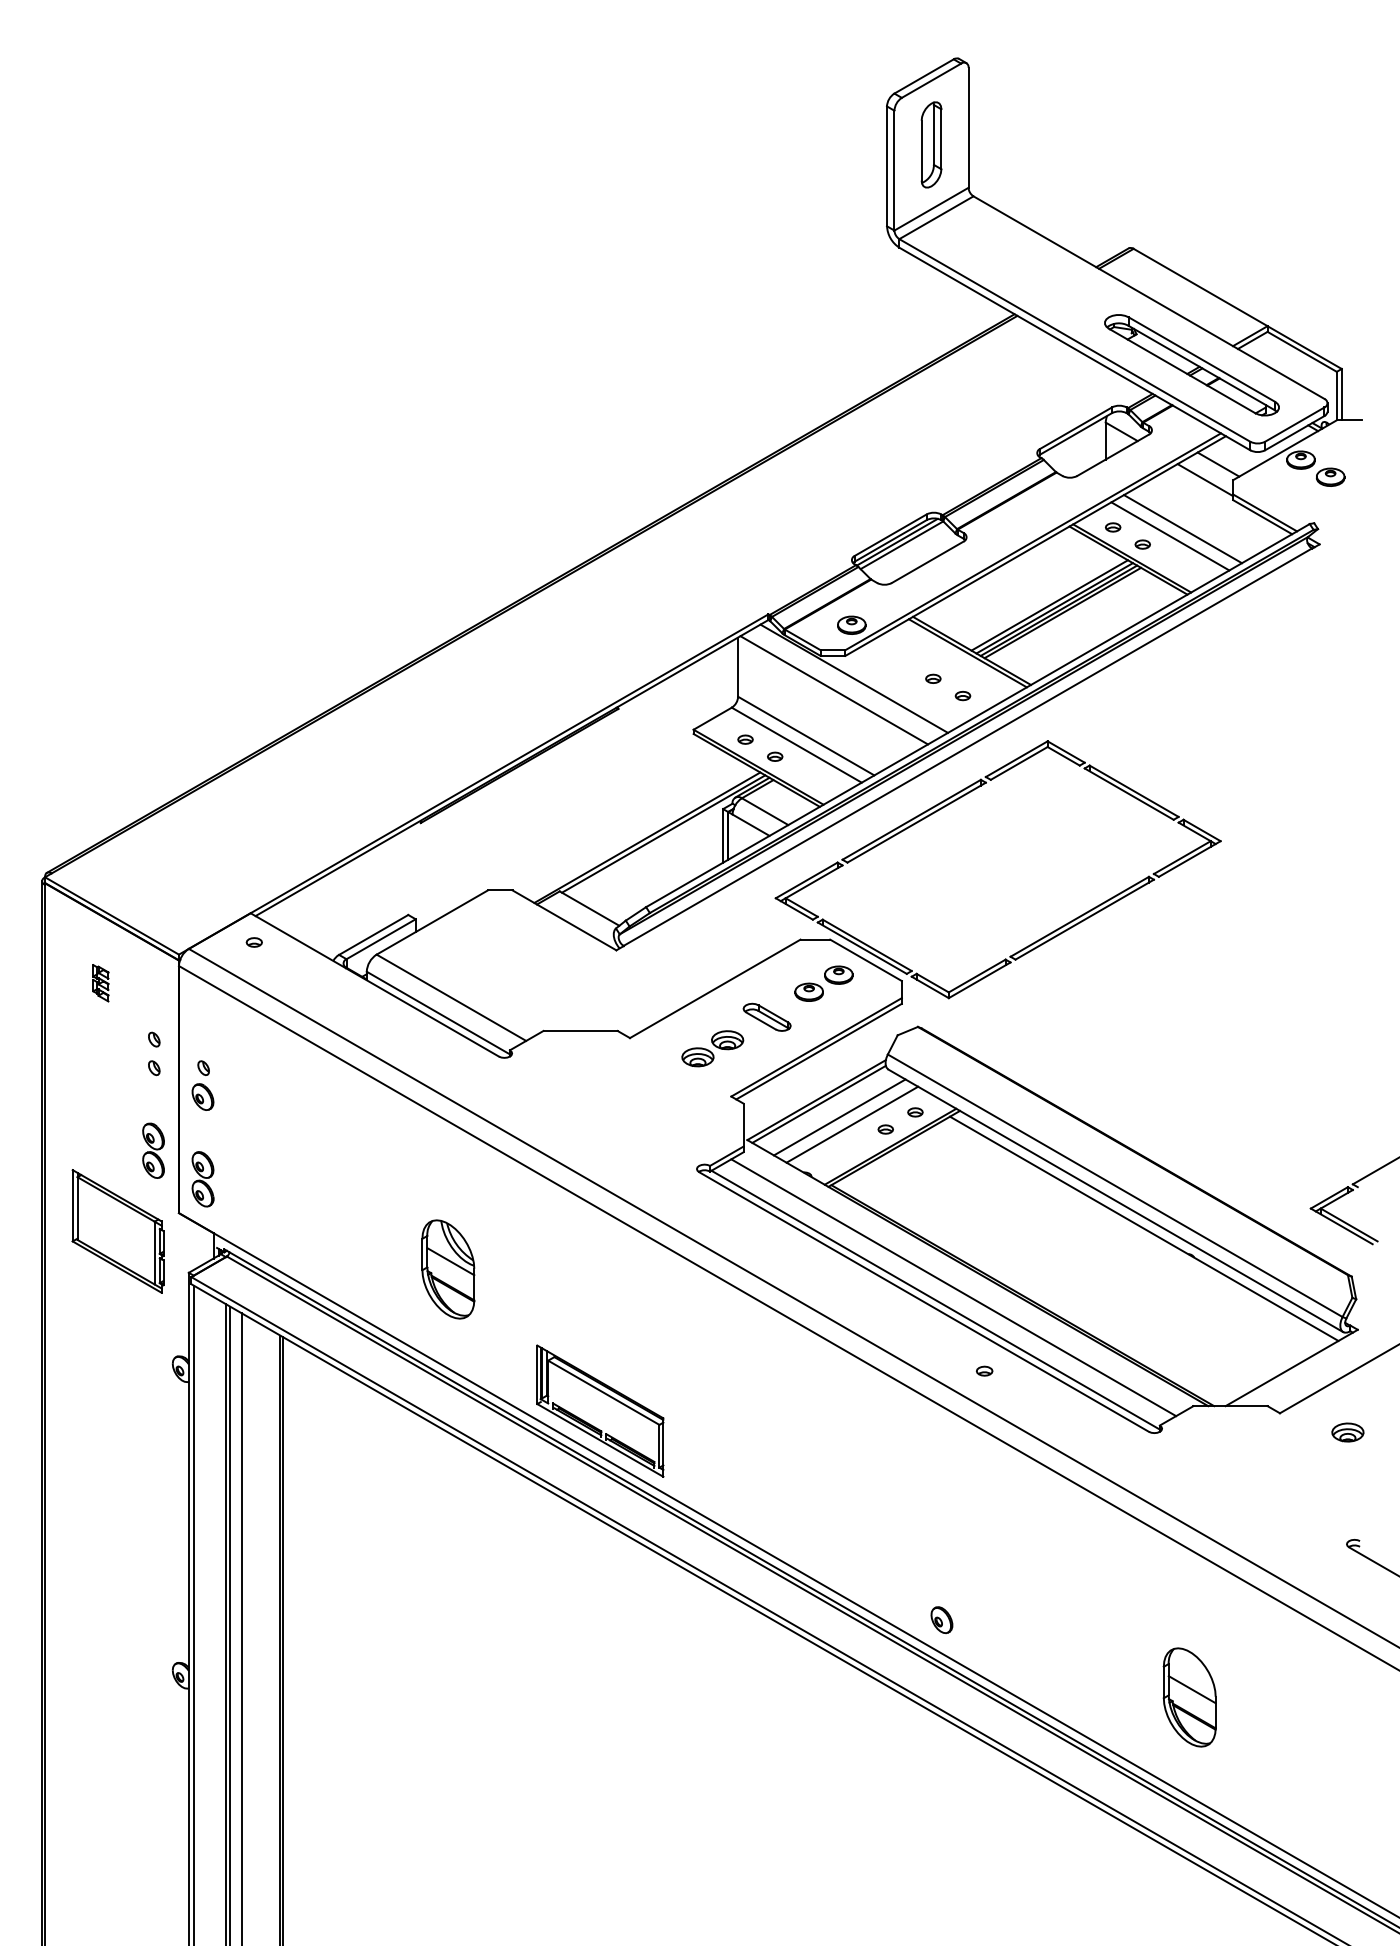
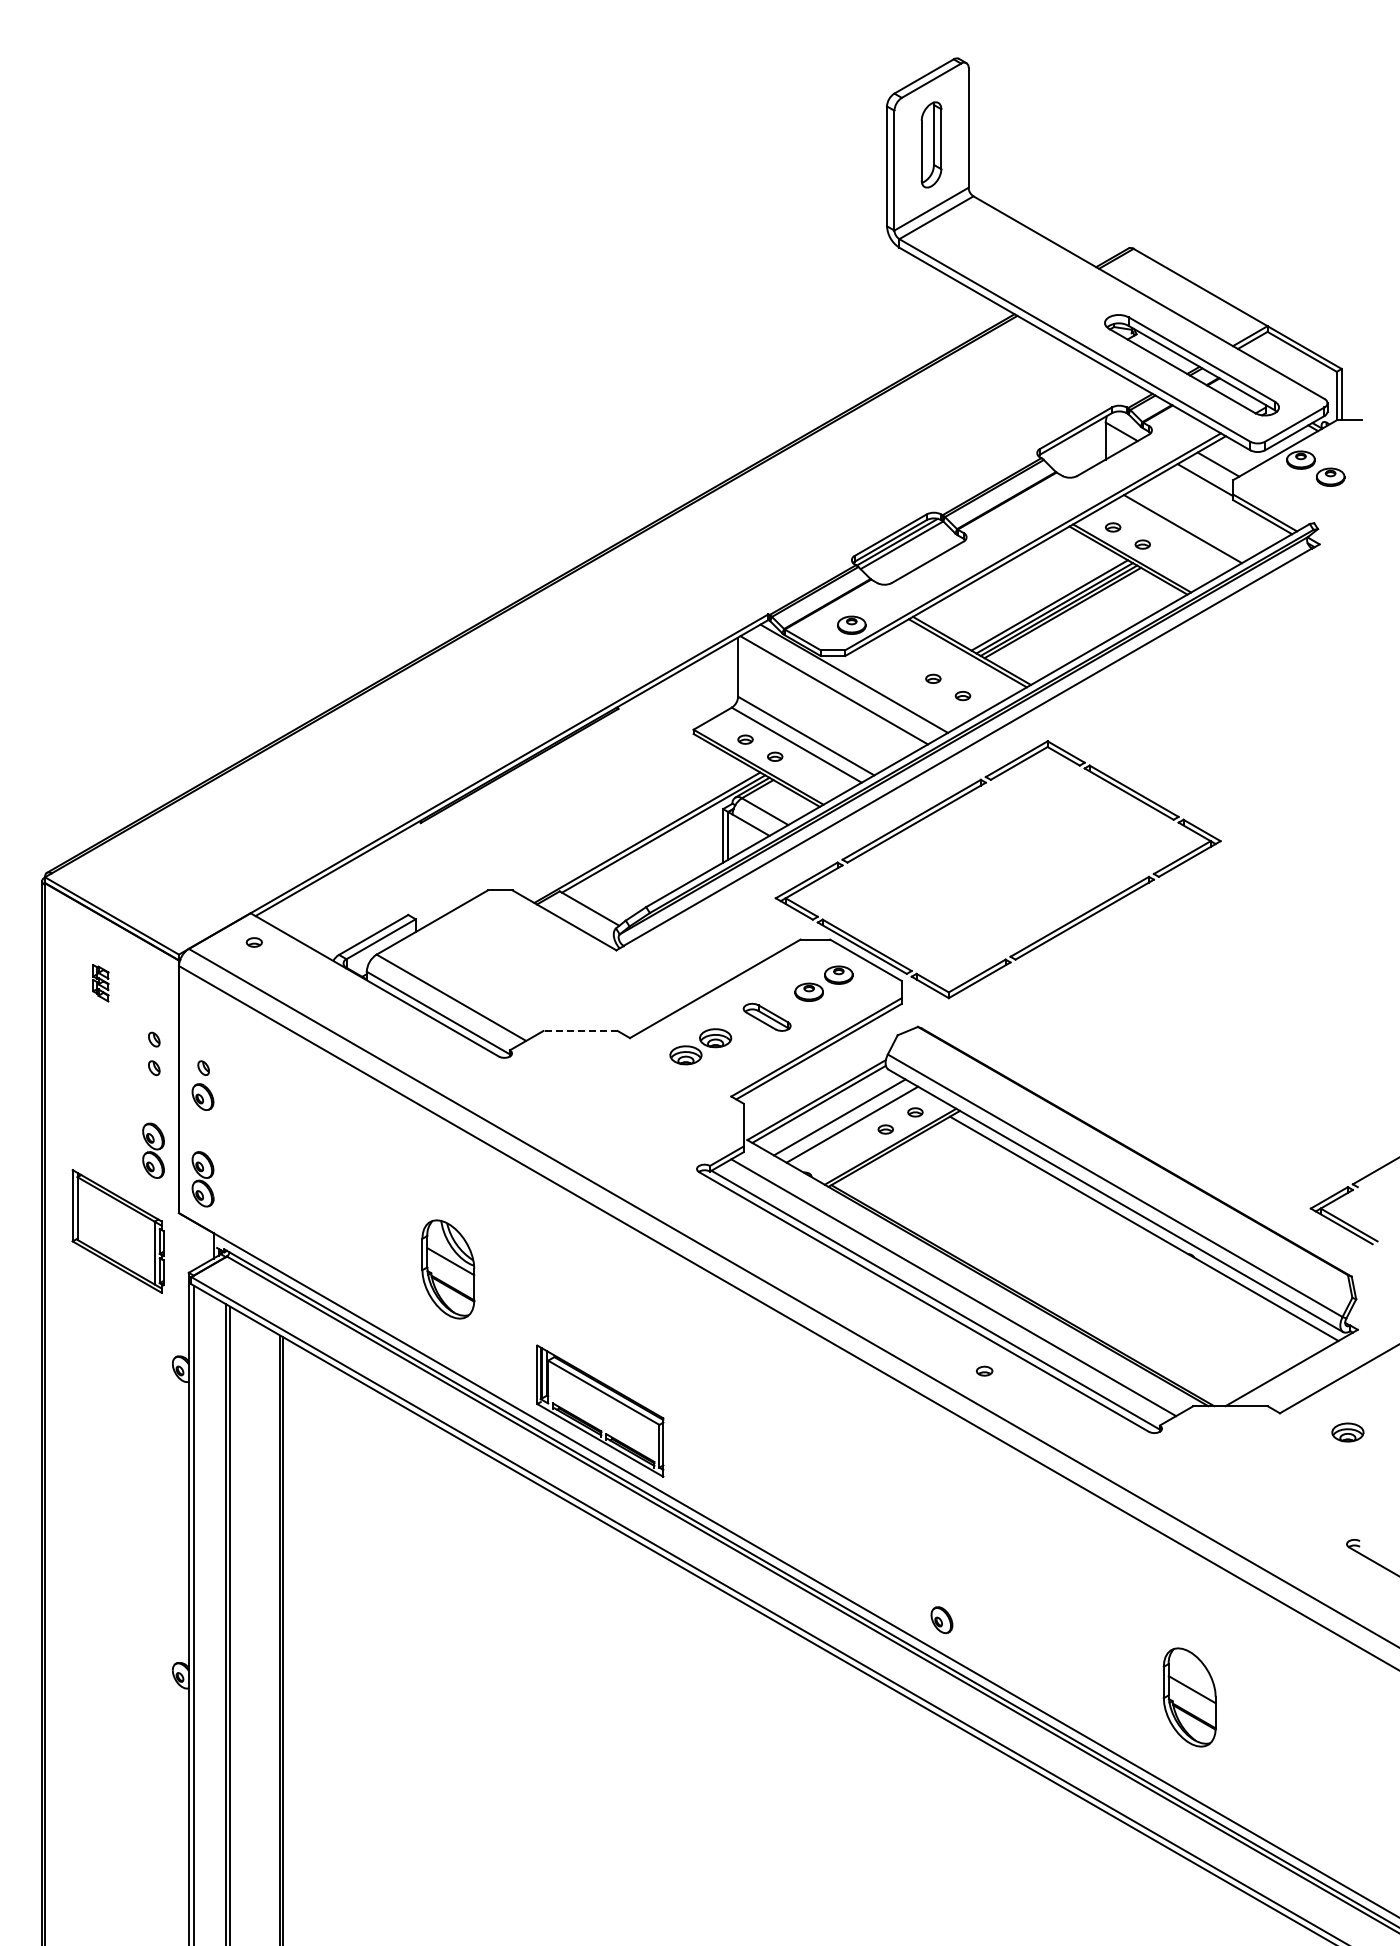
line at (1170, 536): present -> none
line at (580, 1030): solid -> dashed
part at (712, 1048) position: (712, 1048) -> (700, 1046)
line at (241, 1627): present -> none
